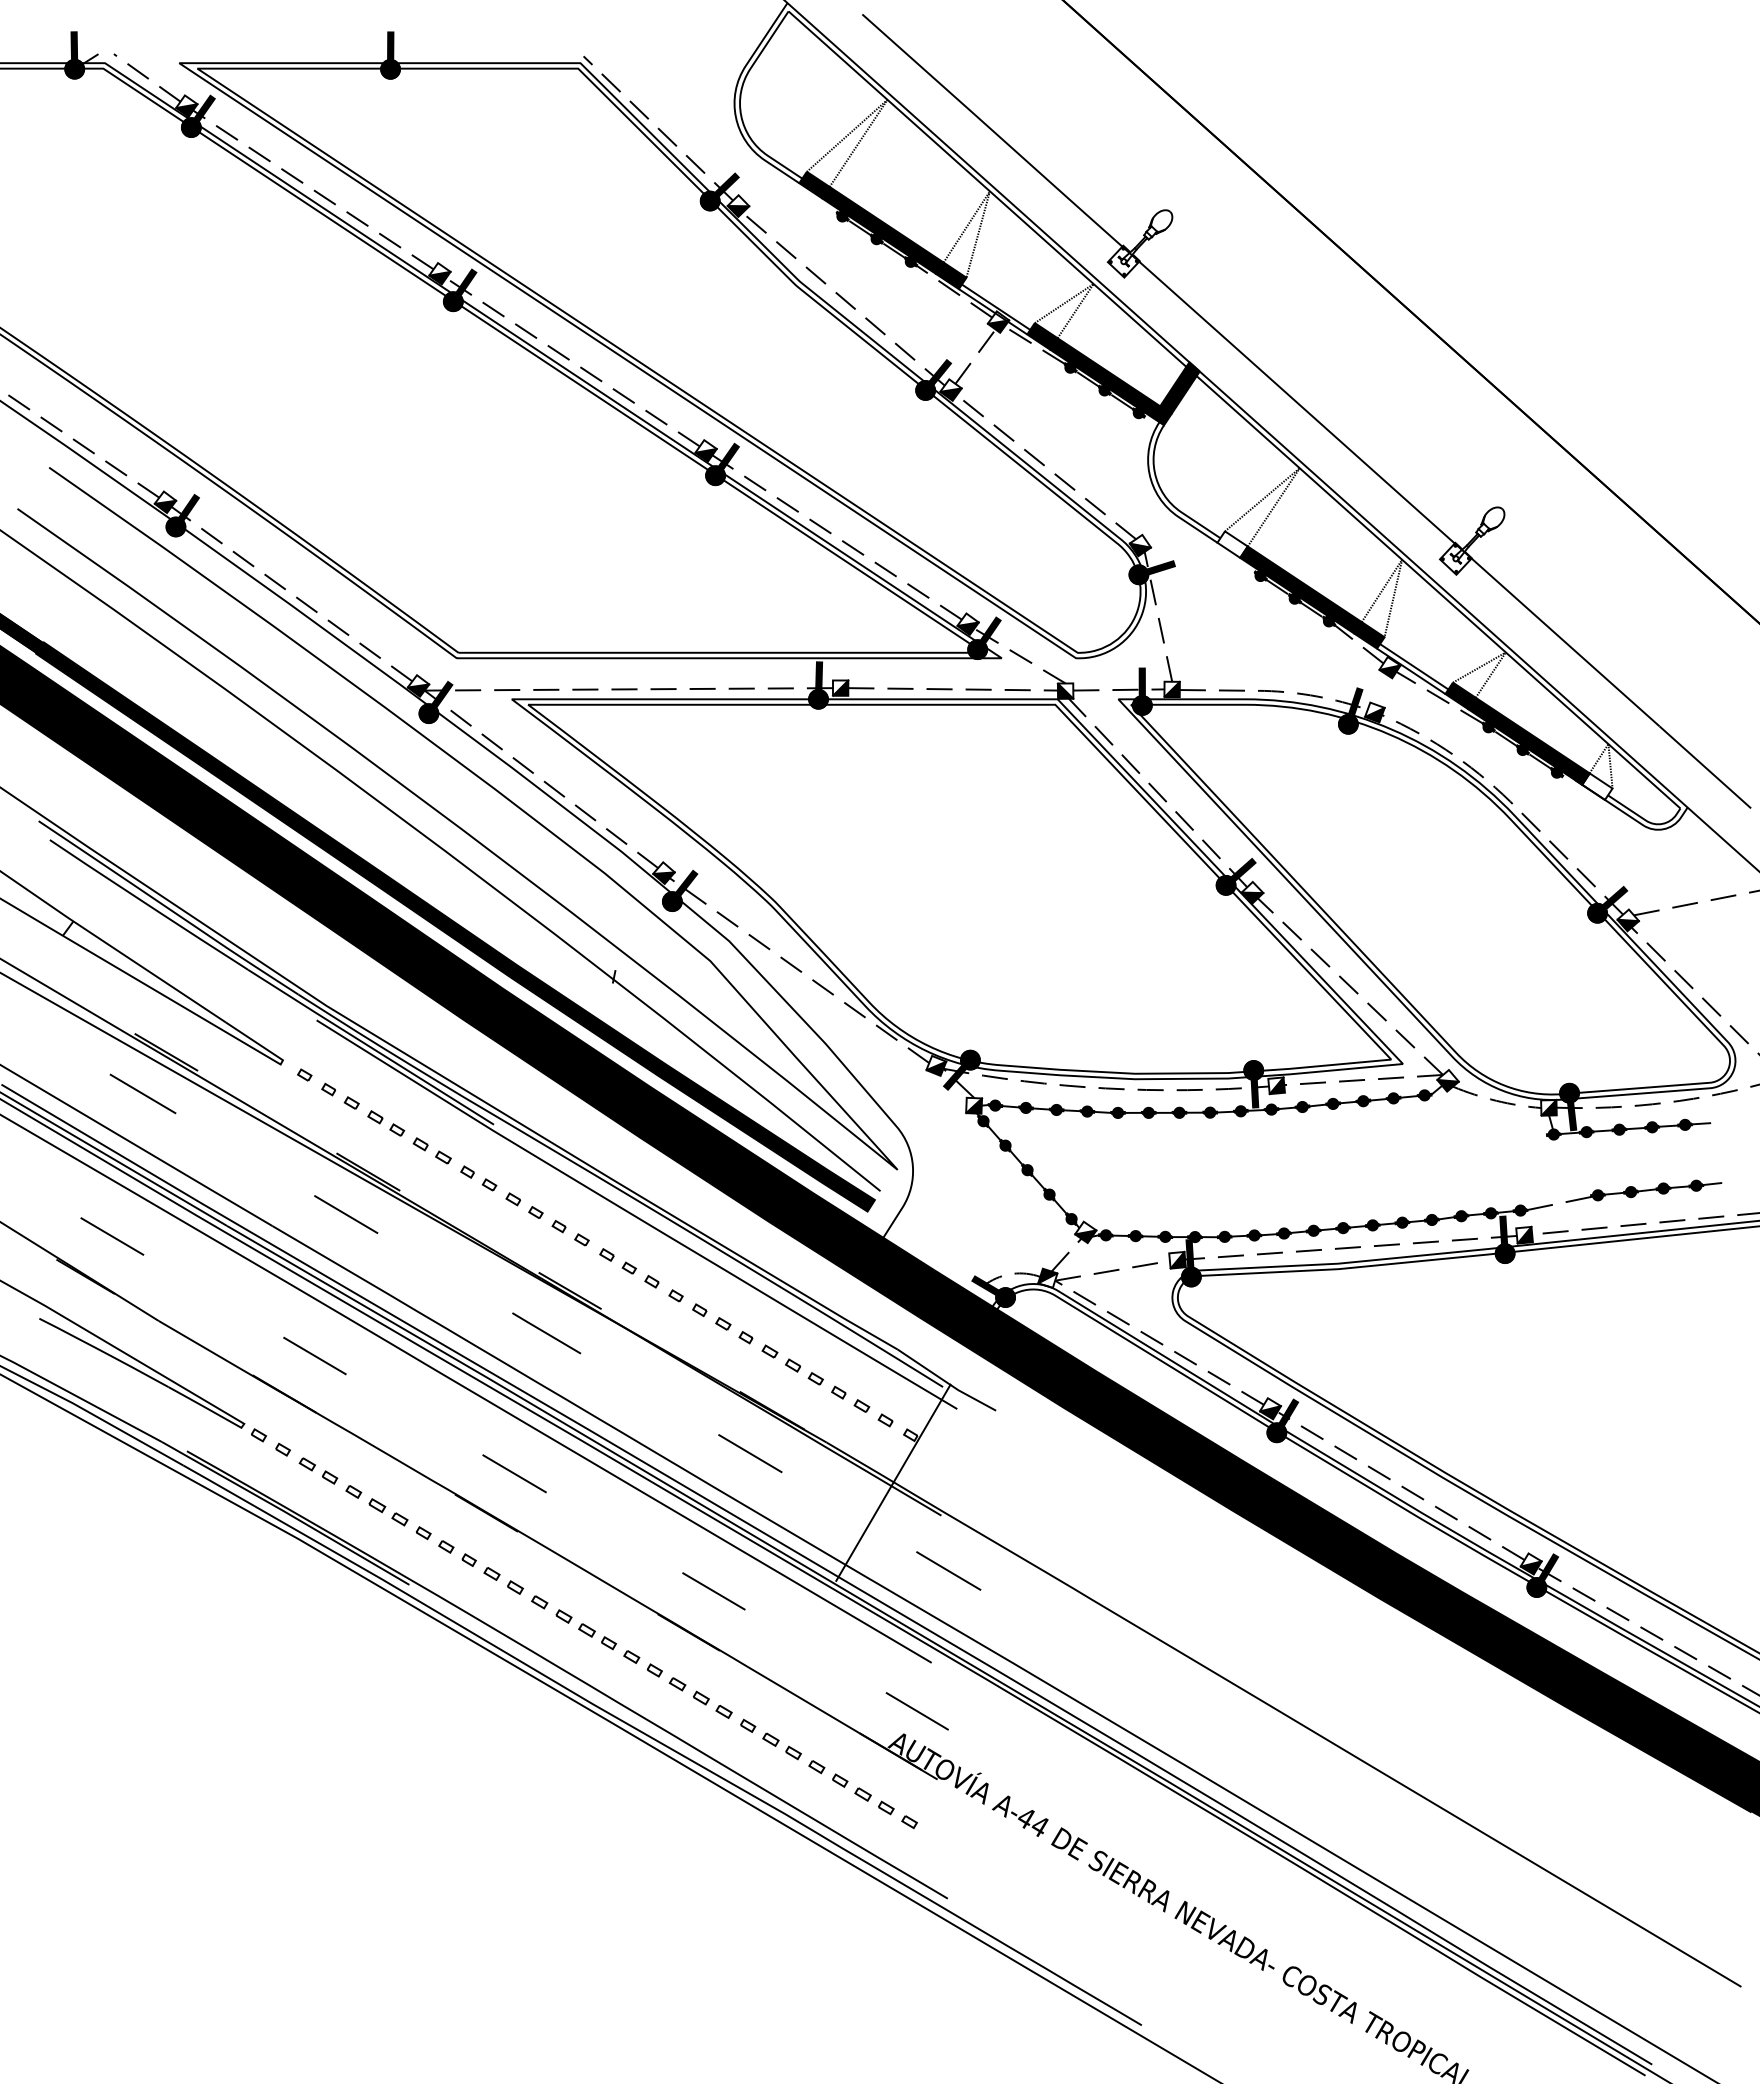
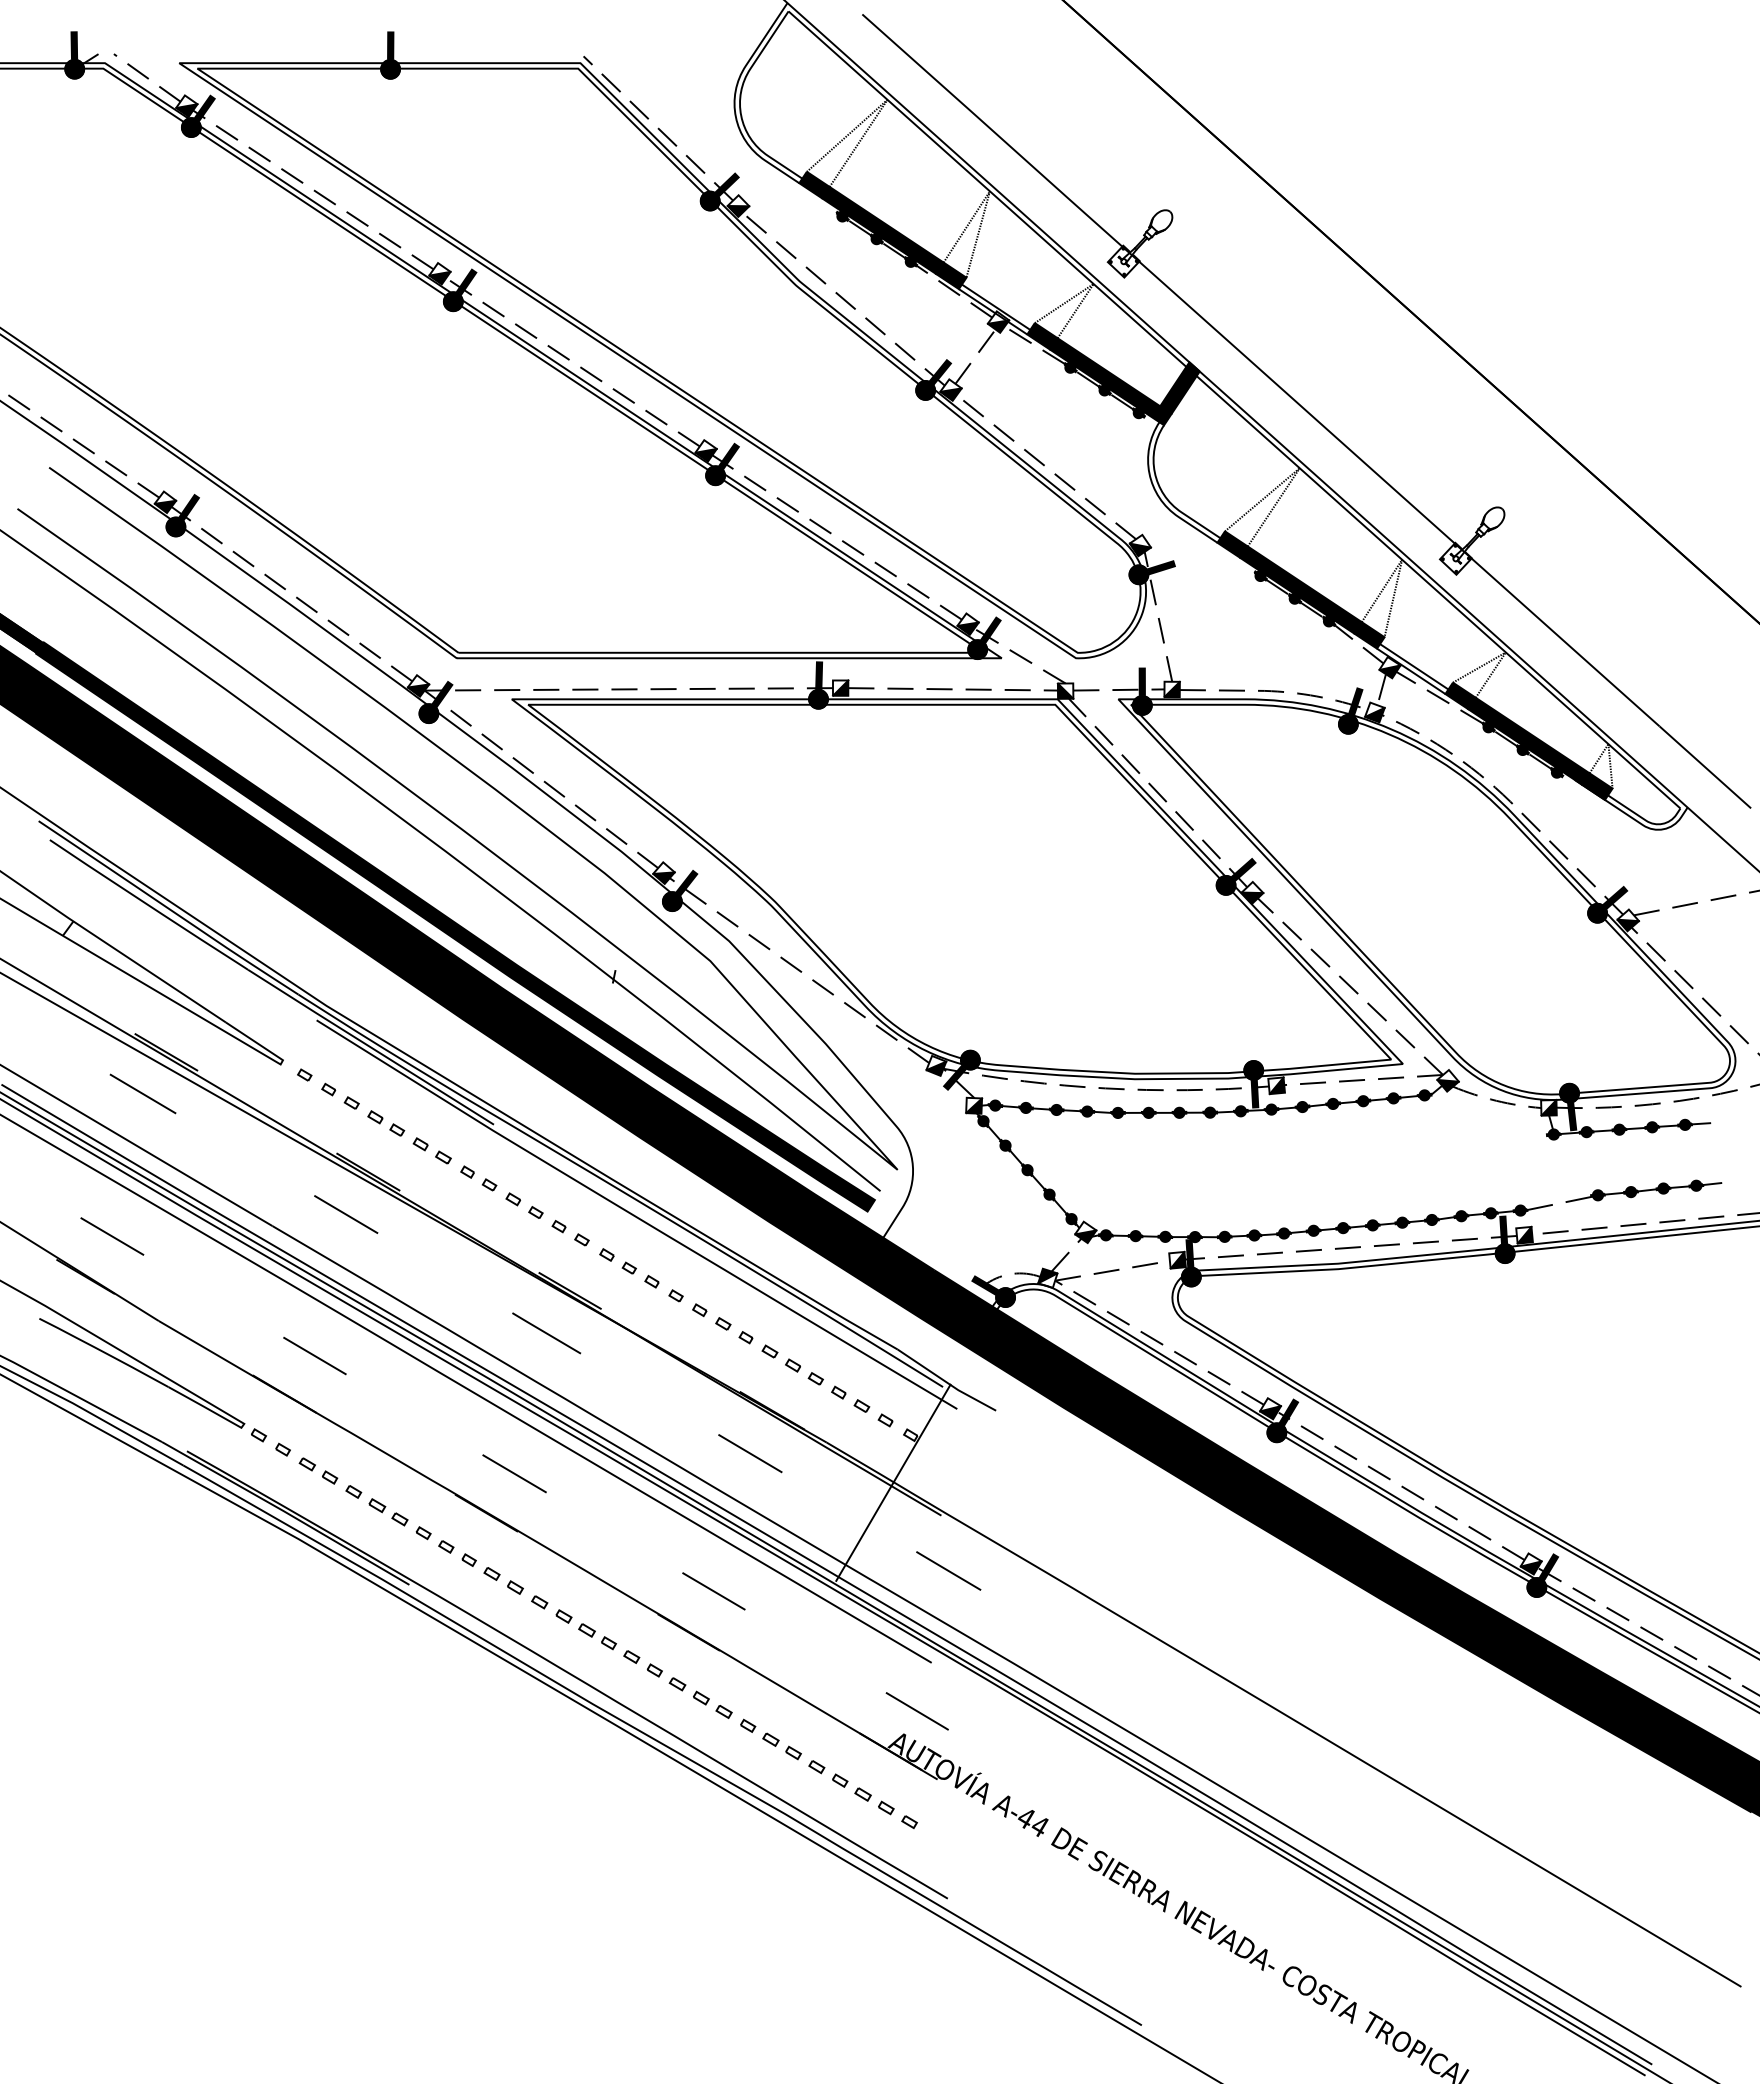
fill at (1232, 544): none -> present
line at (1381, 689): none -> present
fill at (1597, 786): none -> present
